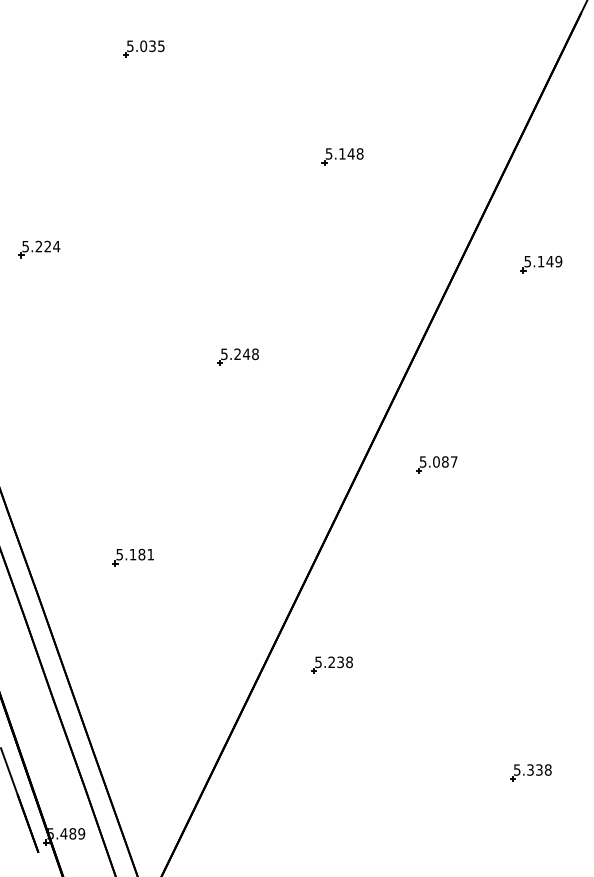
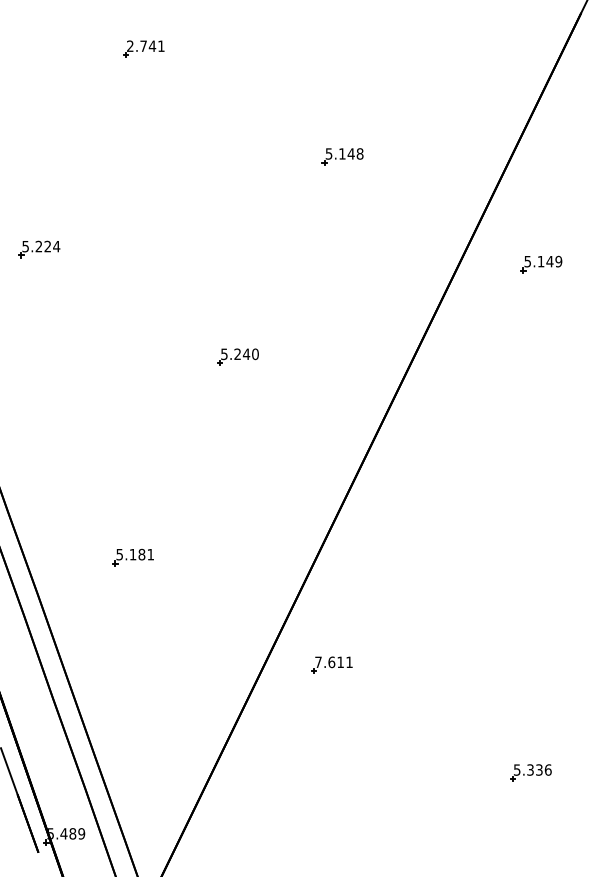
text at (145, 46): 5.035 -> 2.741
text at (255, 354): 5.248 -> 5.240
part at (436, 464): present -> none
text at (333, 662): 5.238 -> 7.611
text at (547, 769): 5.338 -> 5.336
